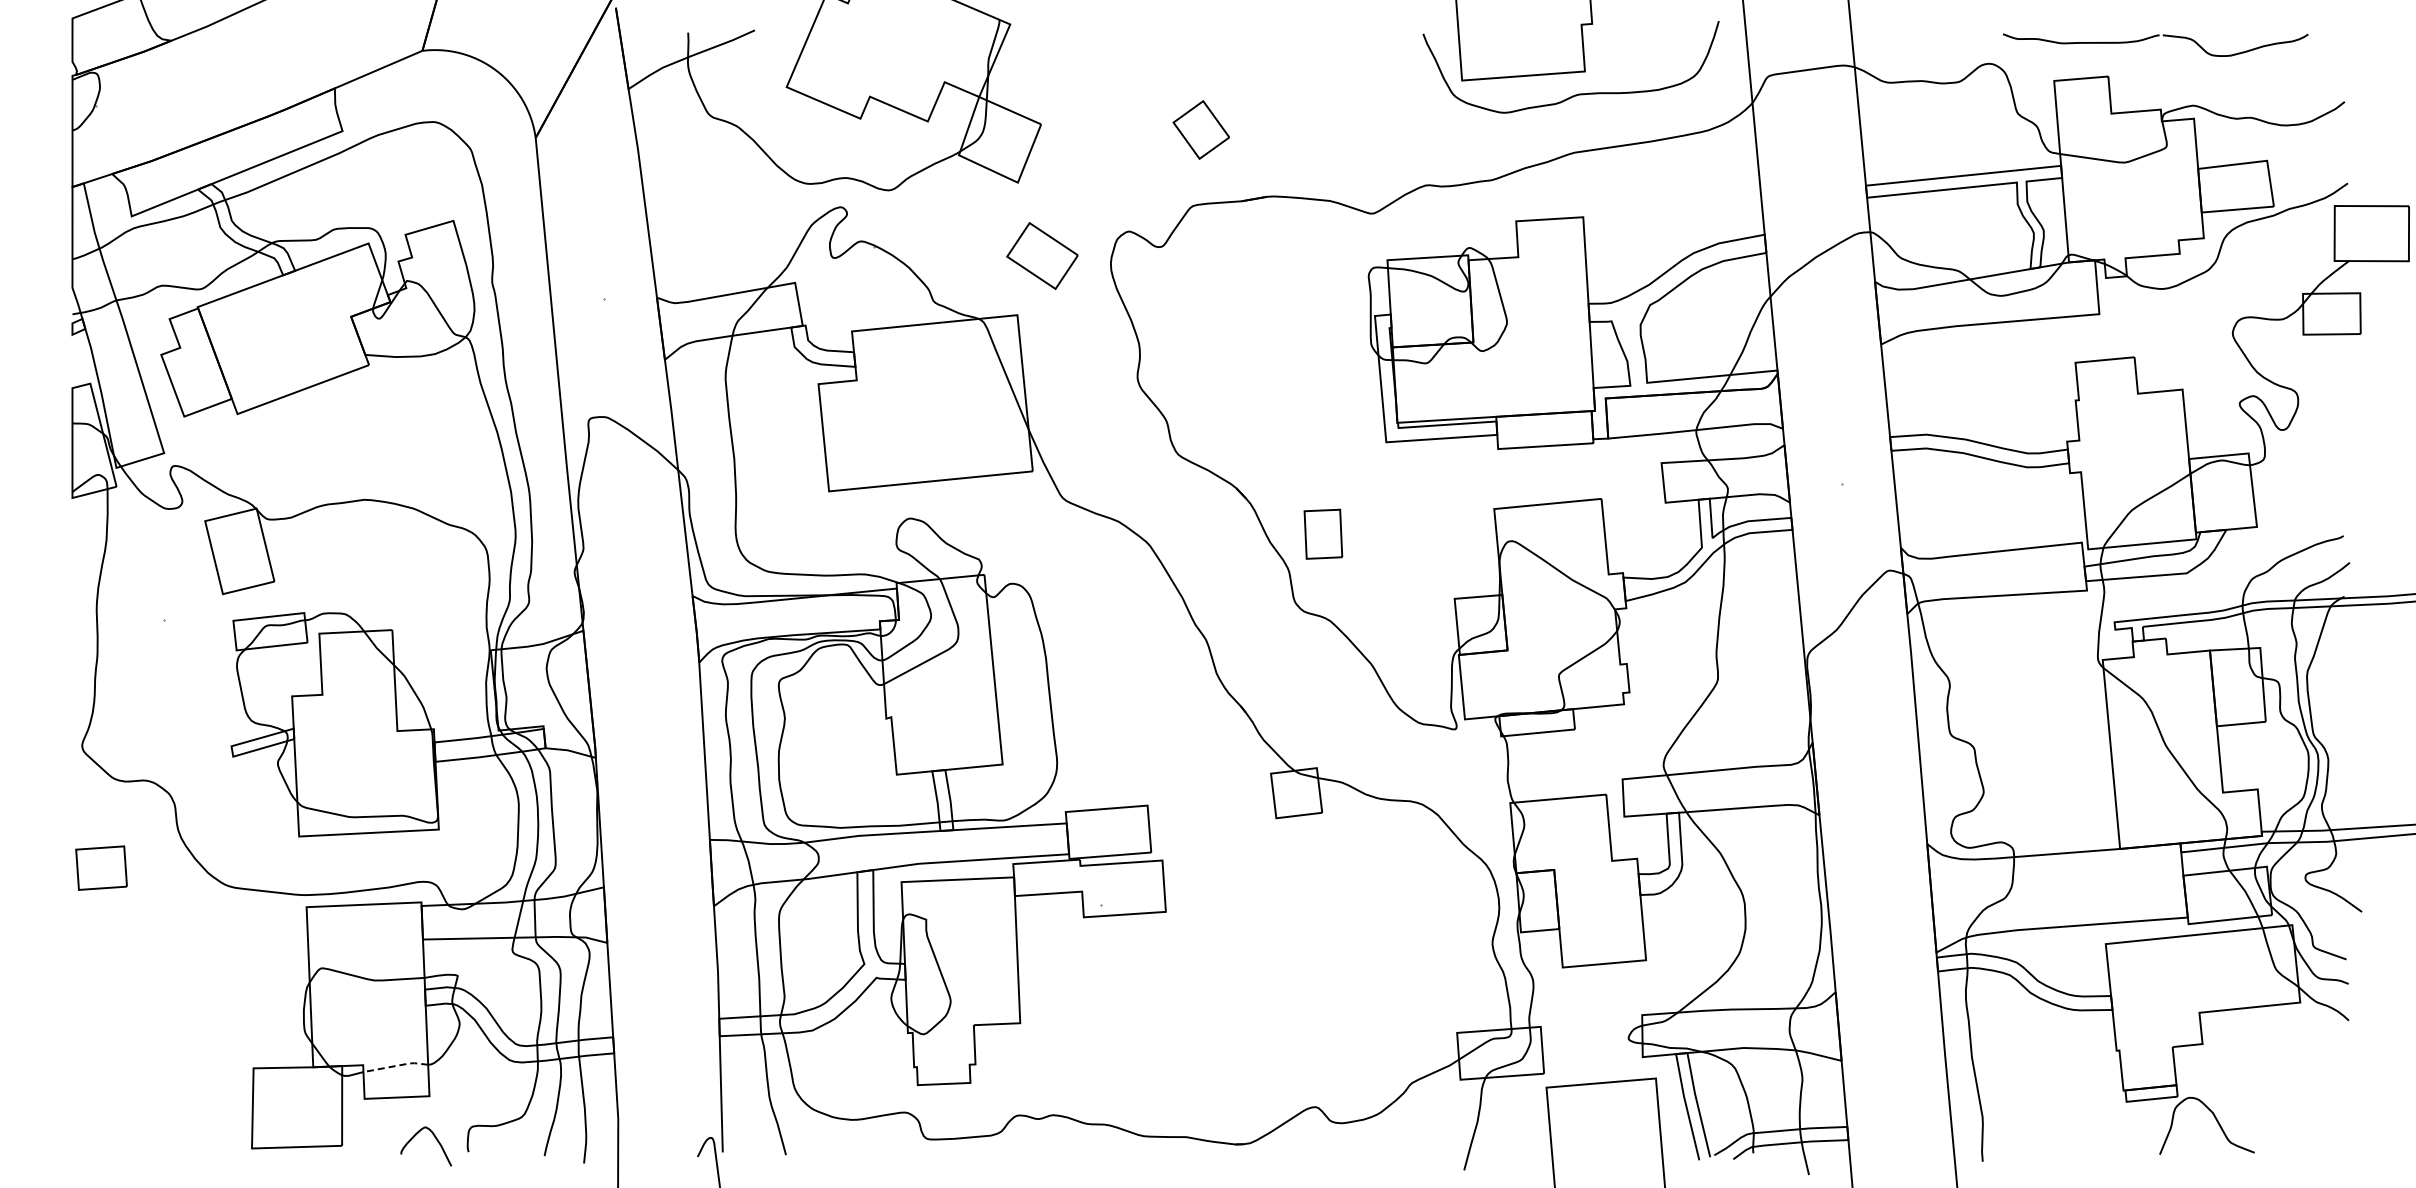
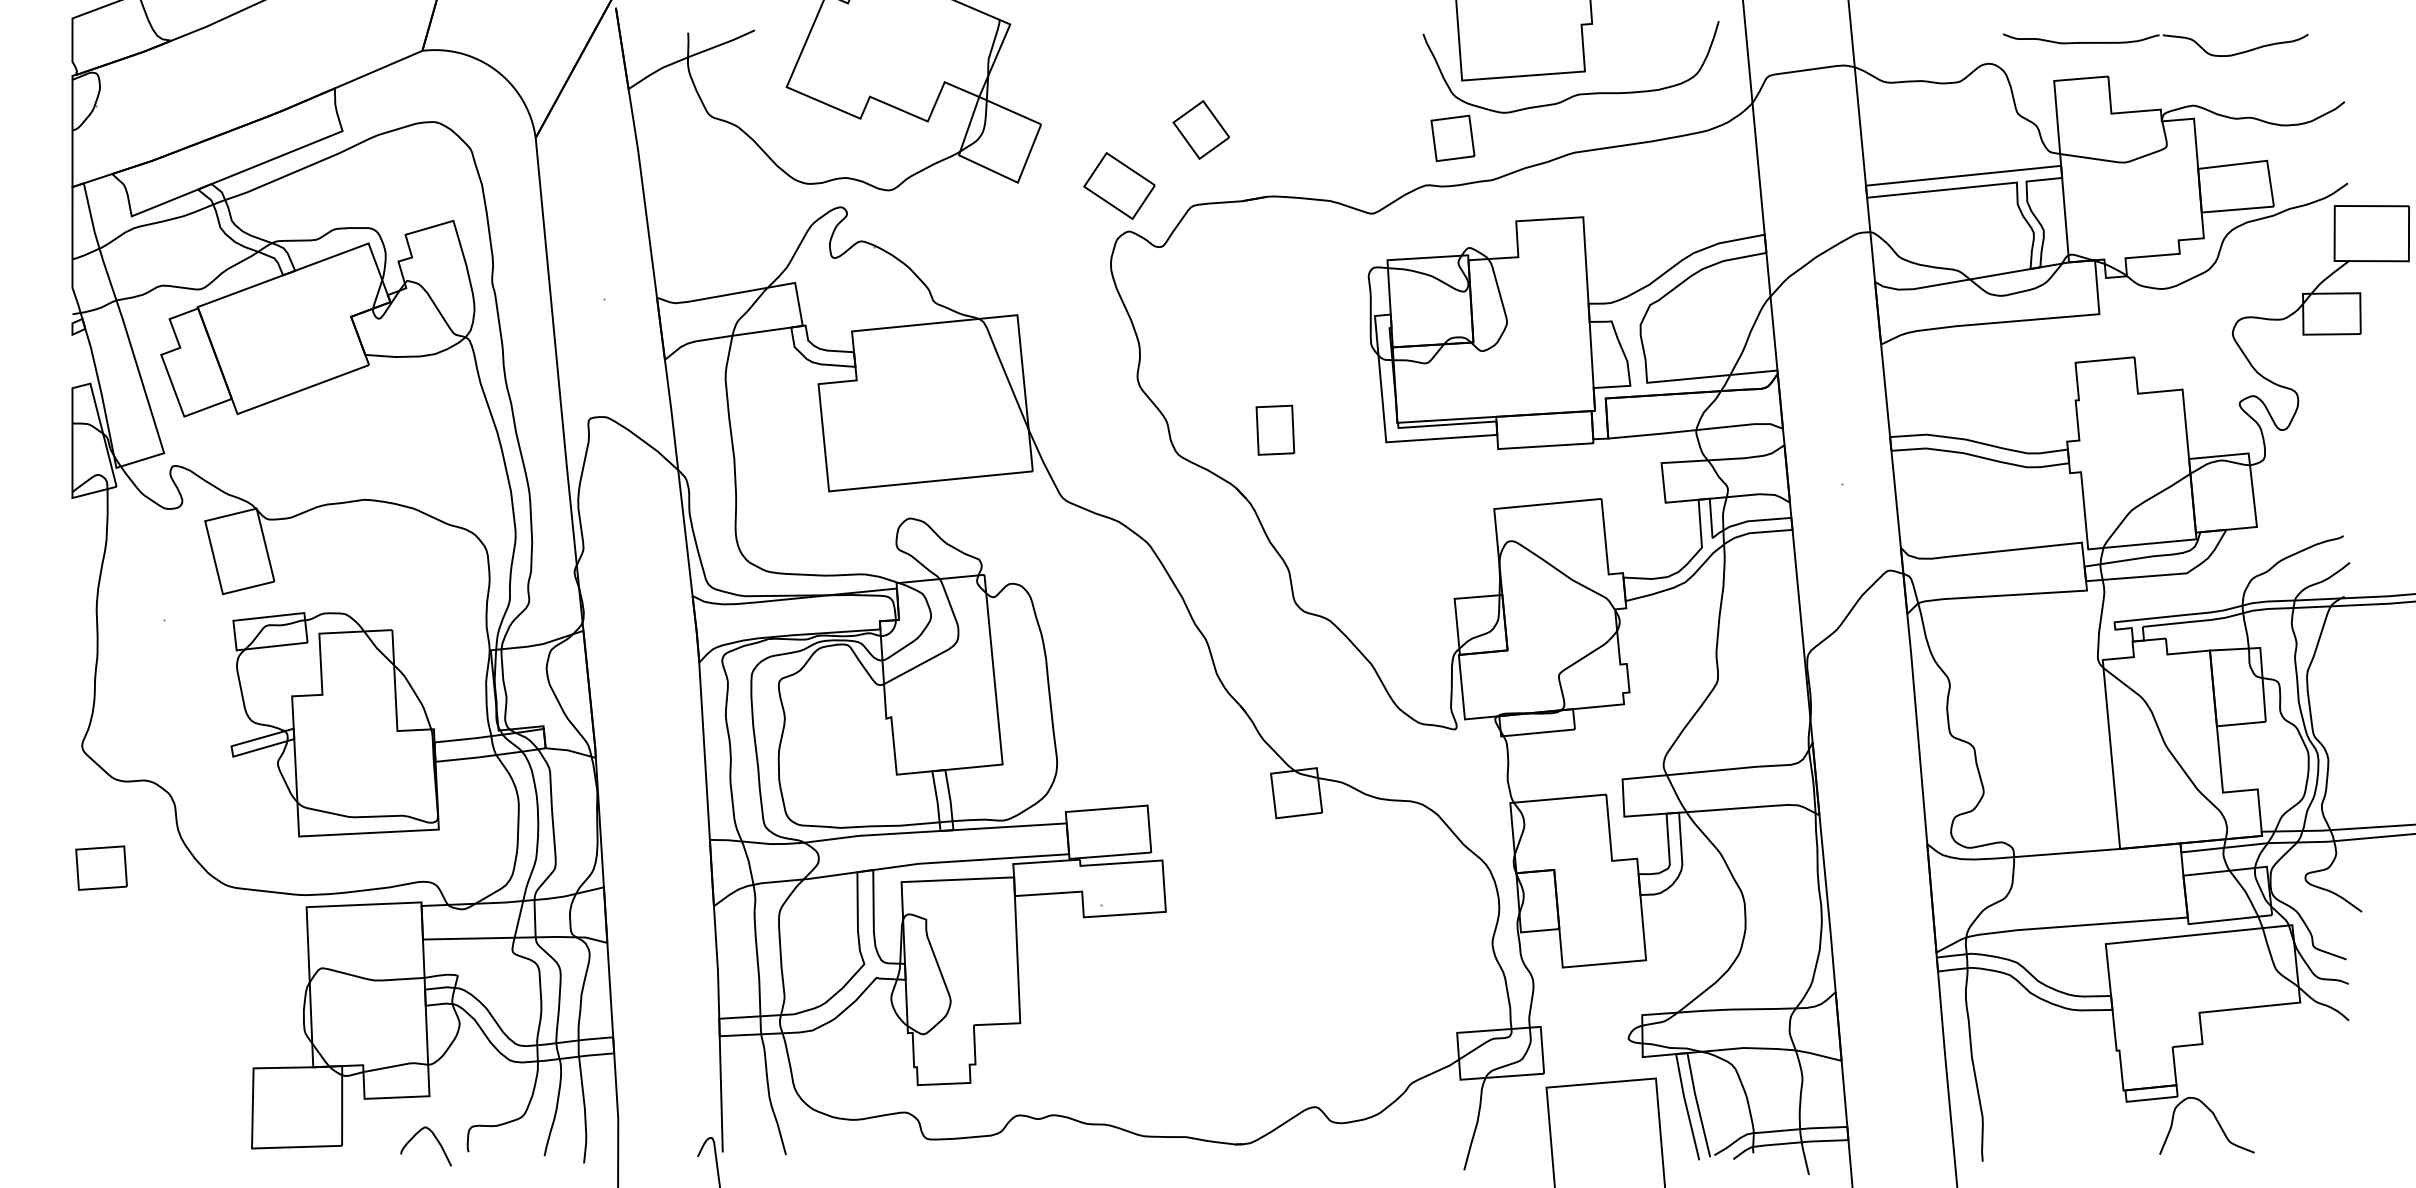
part at (1452, 138): none -> present
part at (1042, 255) position: (1042, 255) -> (1119, 185)
part at (1323, 533) position: (1323, 533) -> (1275, 429)
line at (396, 1065): dashed -> solid
